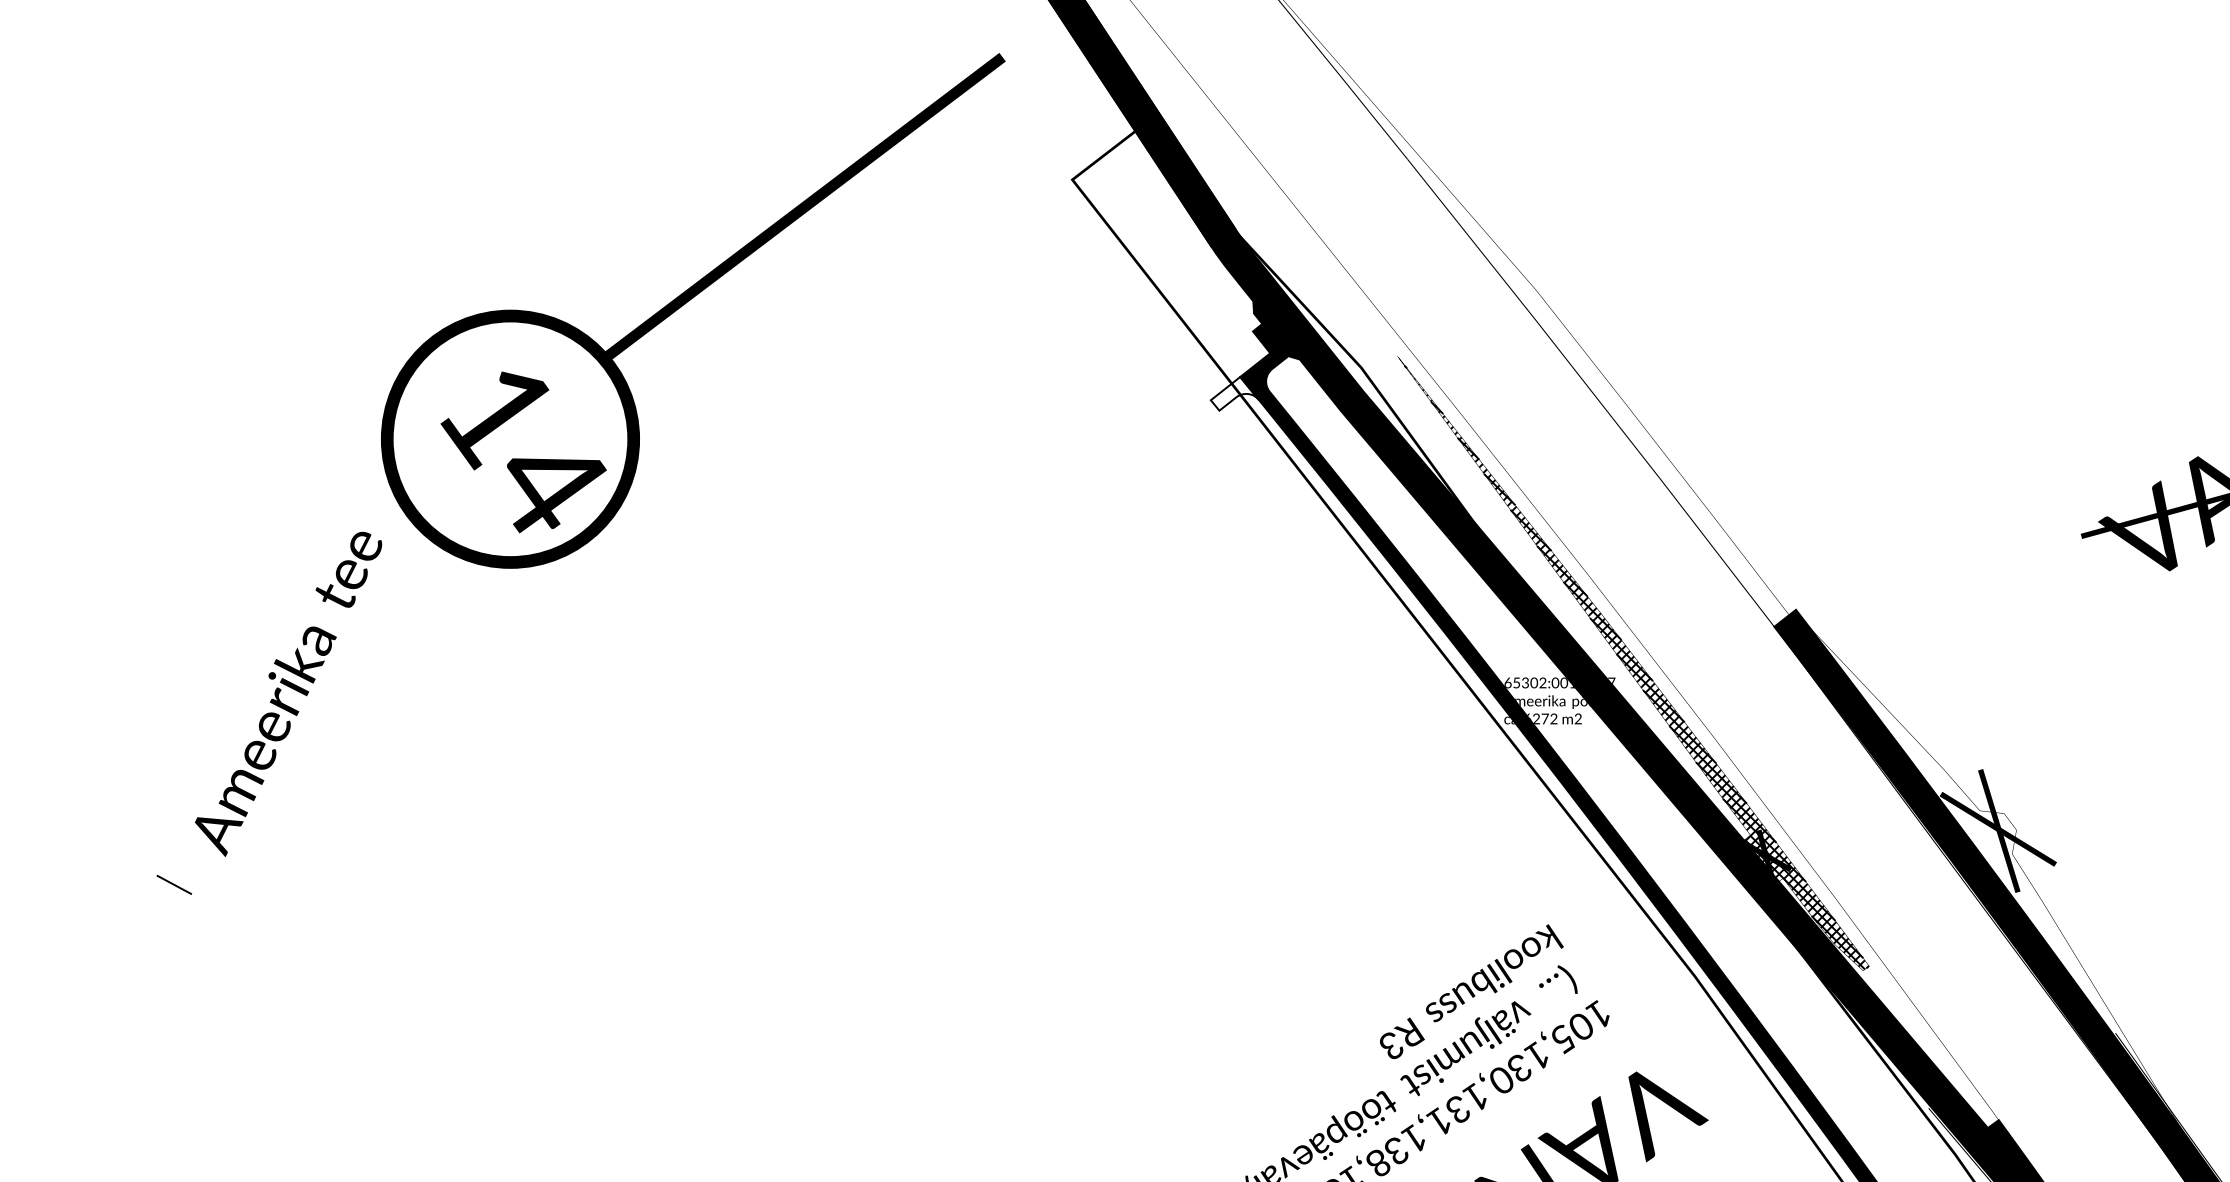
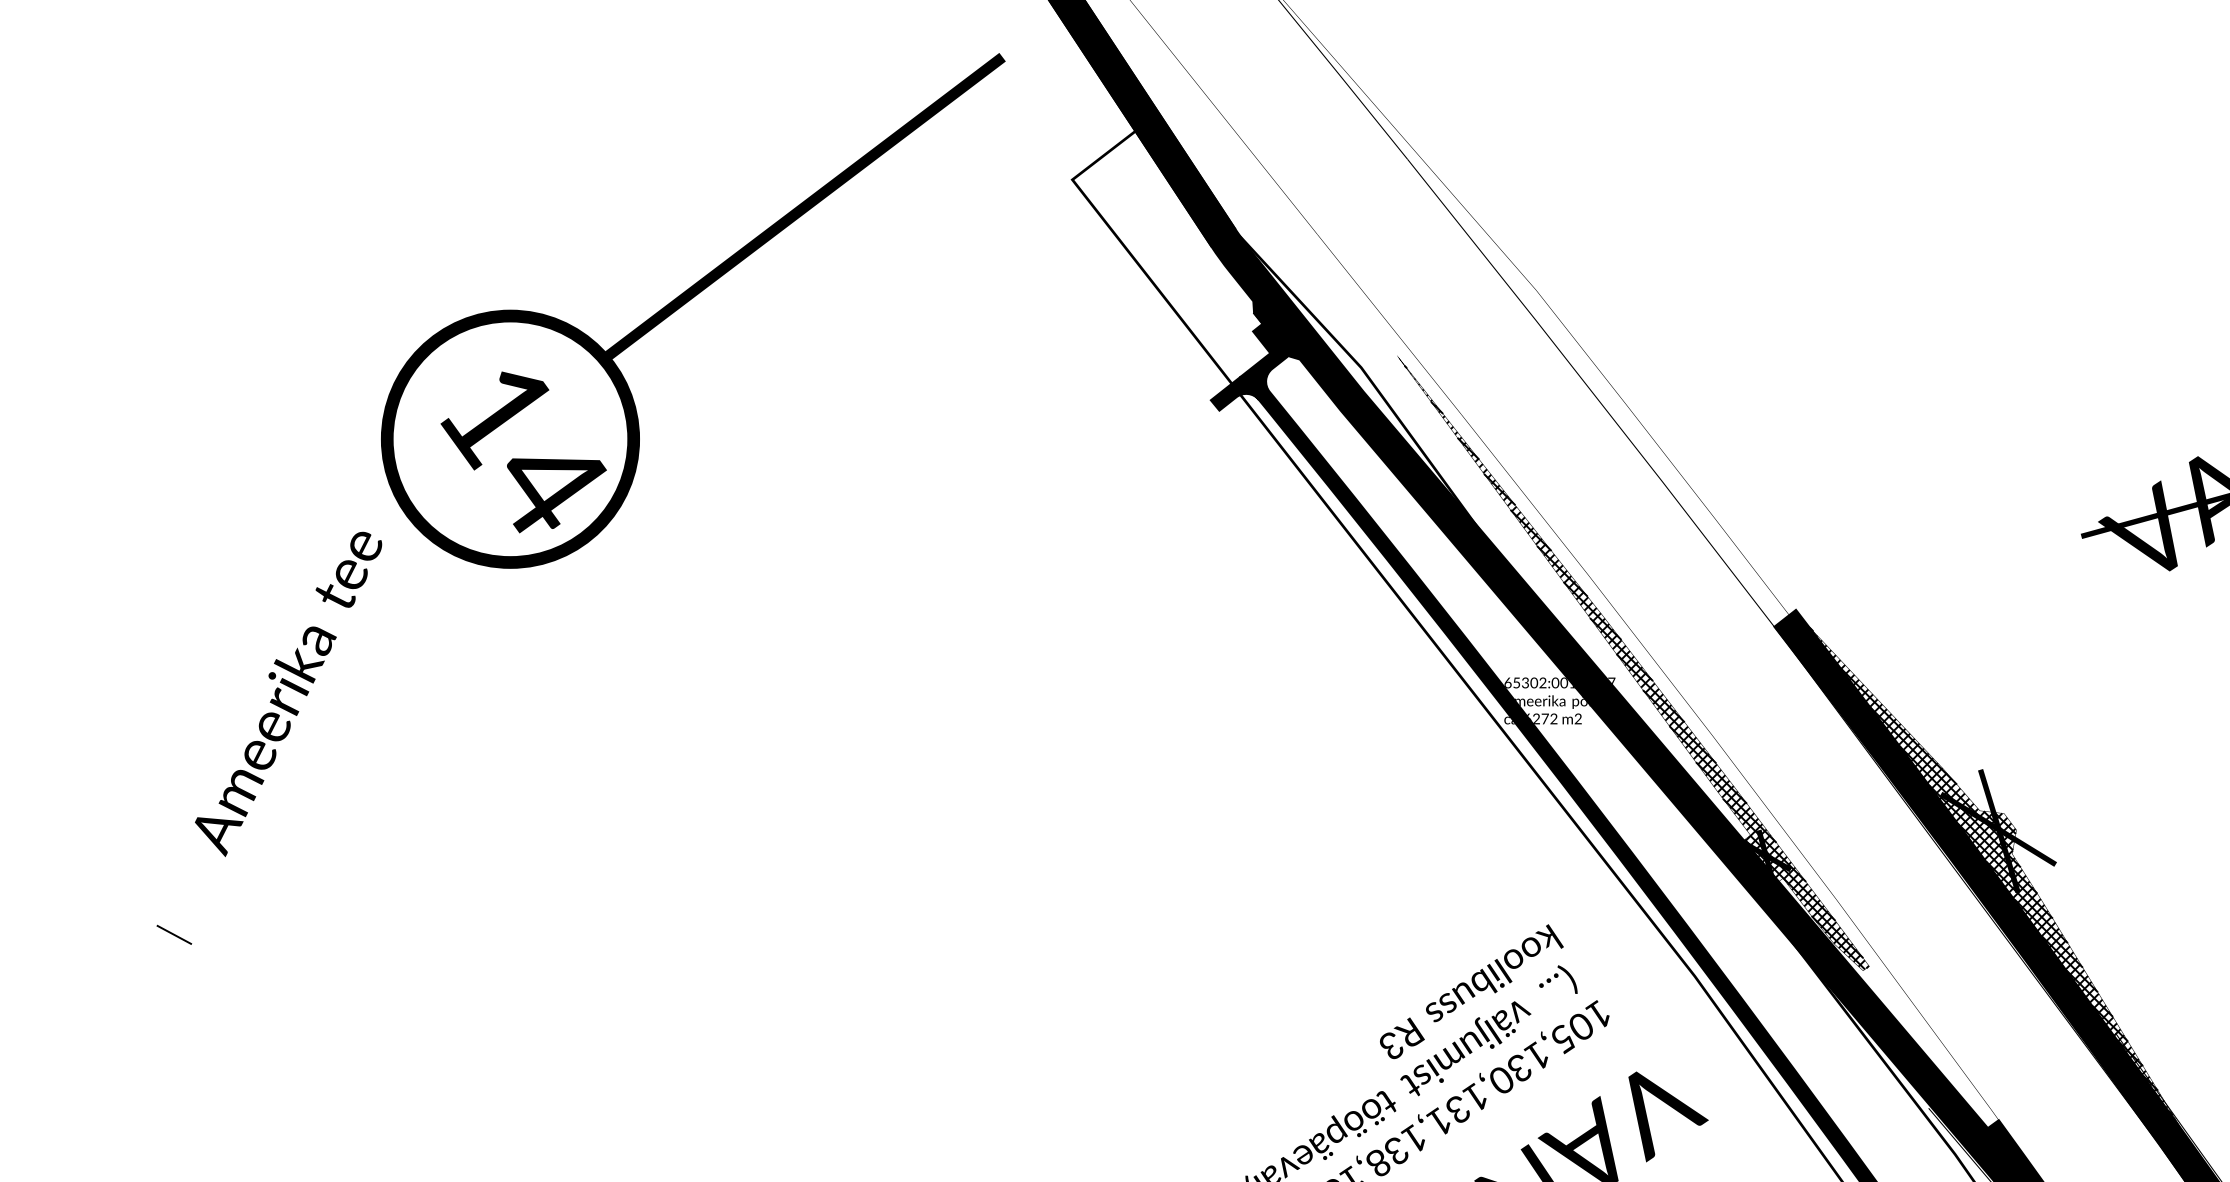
fill at (1234, 393): none -> present
hatch at (1993, 875): none -> present
line at (174, 884) position: (174, 884) -> (174, 934)
